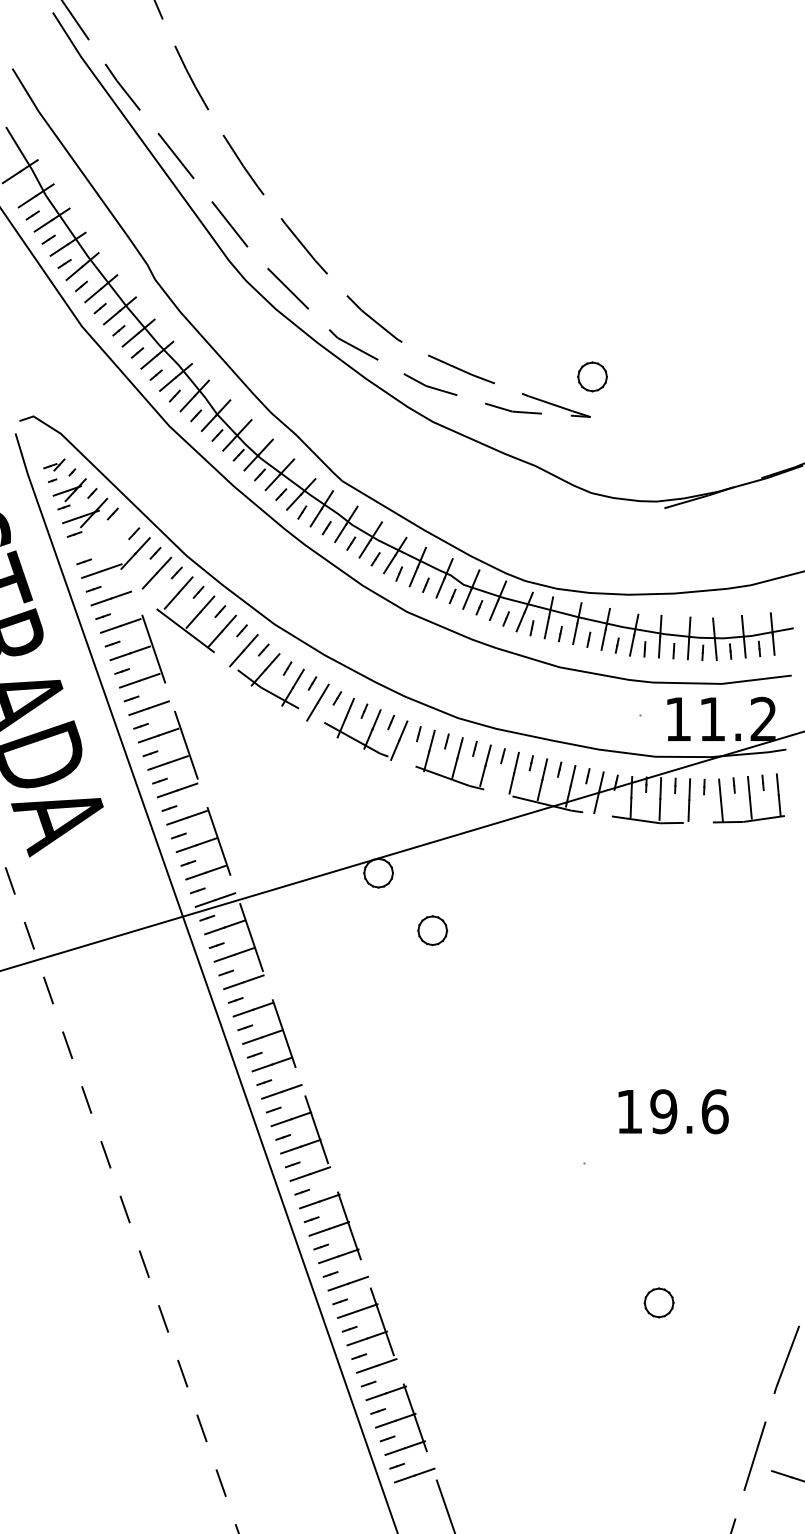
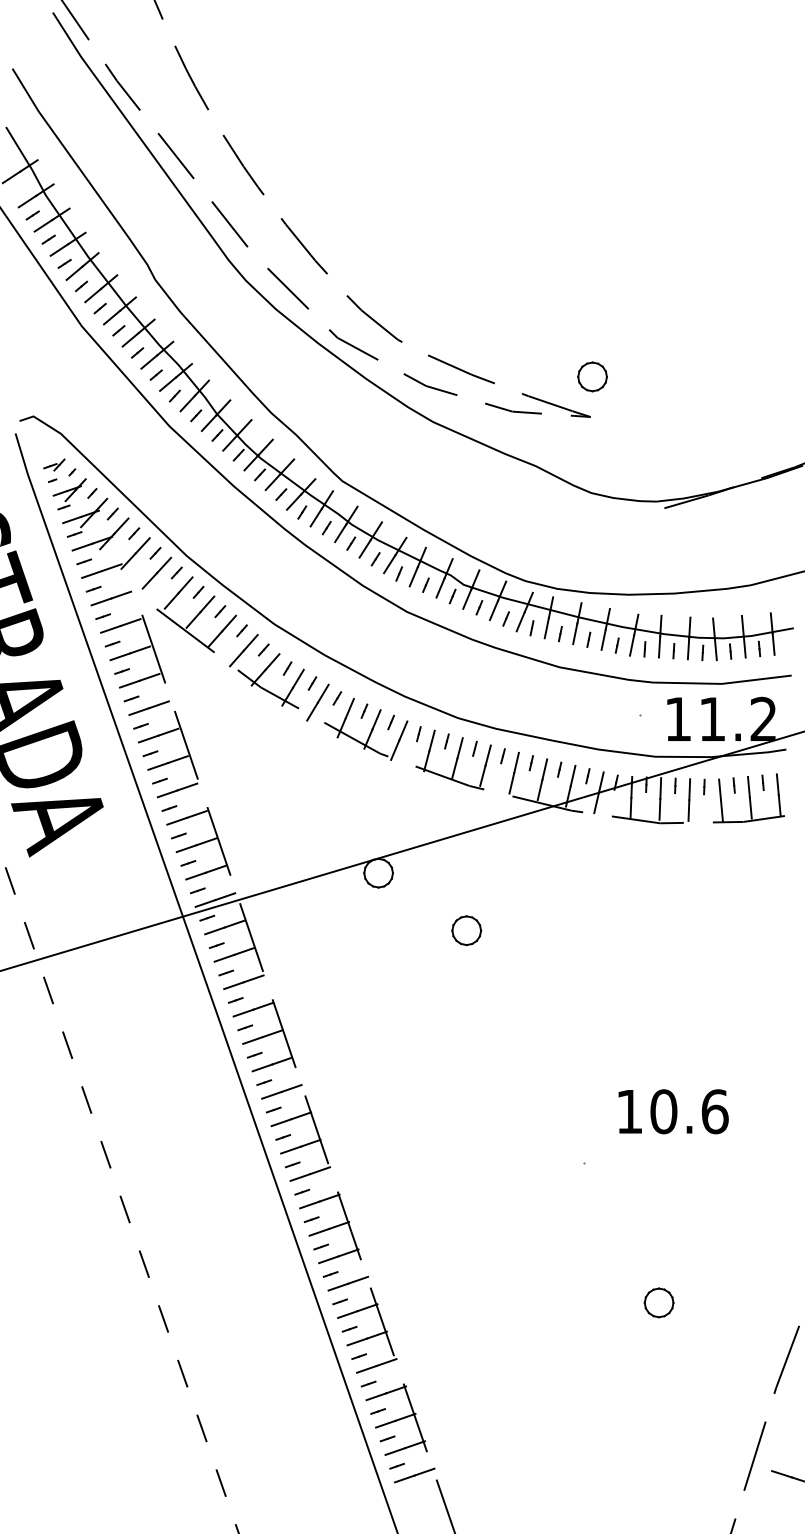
part at (100, 534): none -> present
part at (432, 930) position: (432, 930) -> (466, 930)
text at (663, 1111): 19.6 -> 10.6
